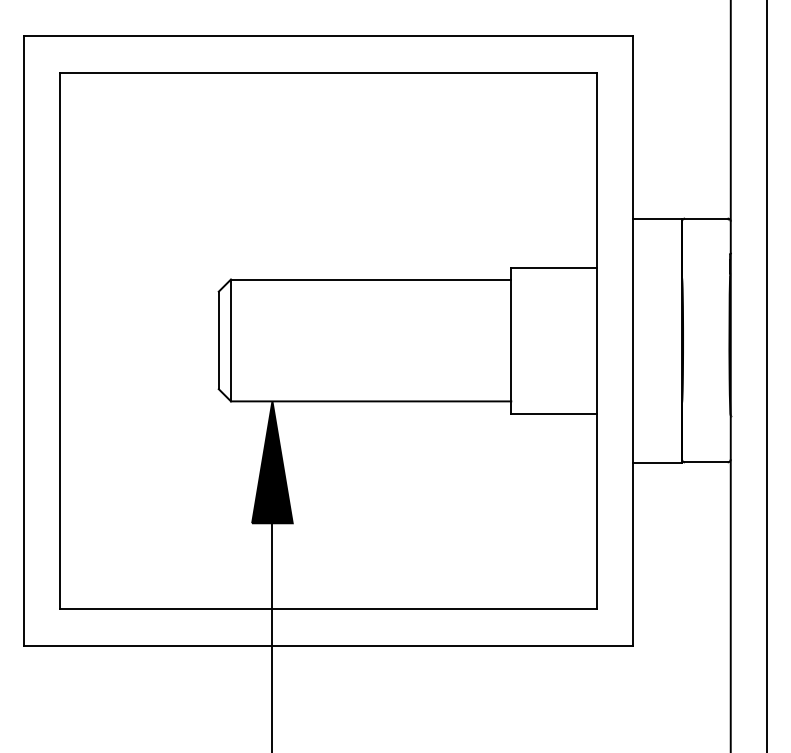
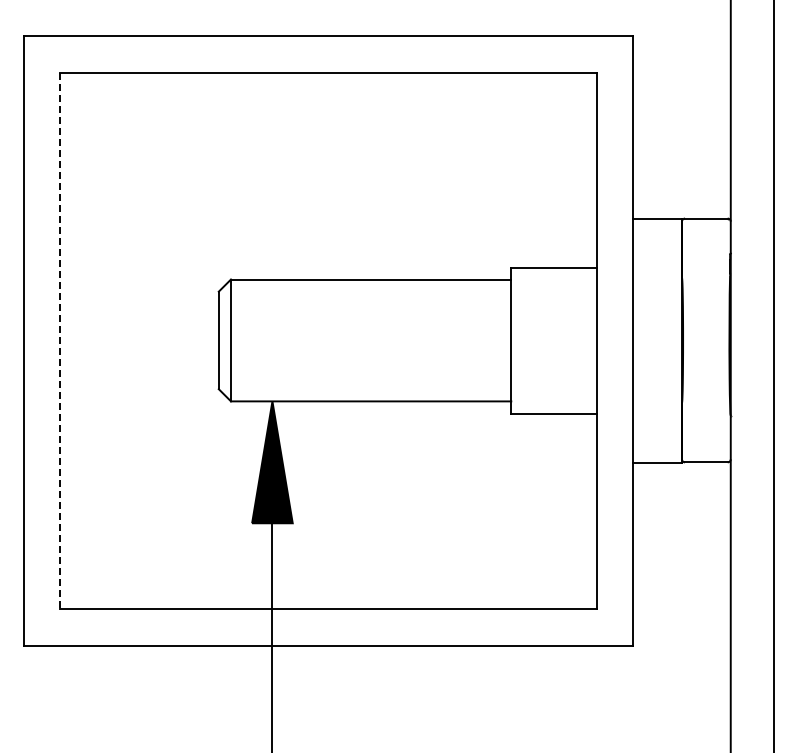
line at (60, 341): solid -> dashed
line at (767, 375) position: (767, 375) -> (774, 375)
